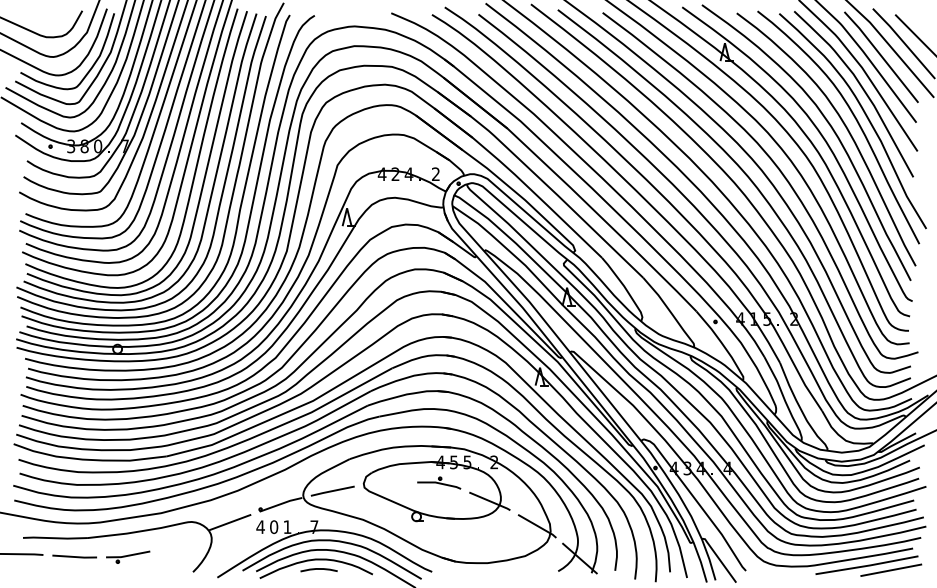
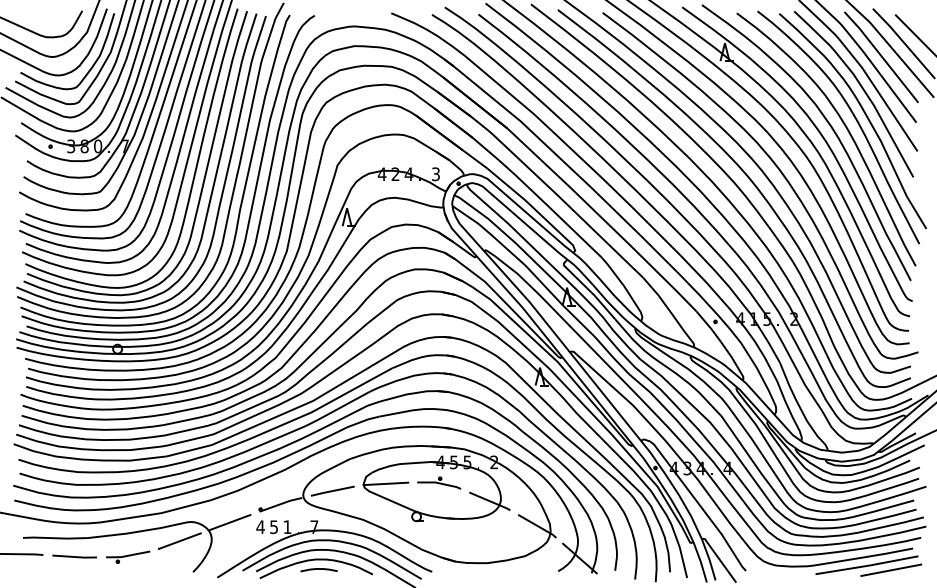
text at (435, 174): 2 -> 3
line at (385, 483): none -> present
text at (274, 527): 0 -> 5
line at (179, 540): none -> present
